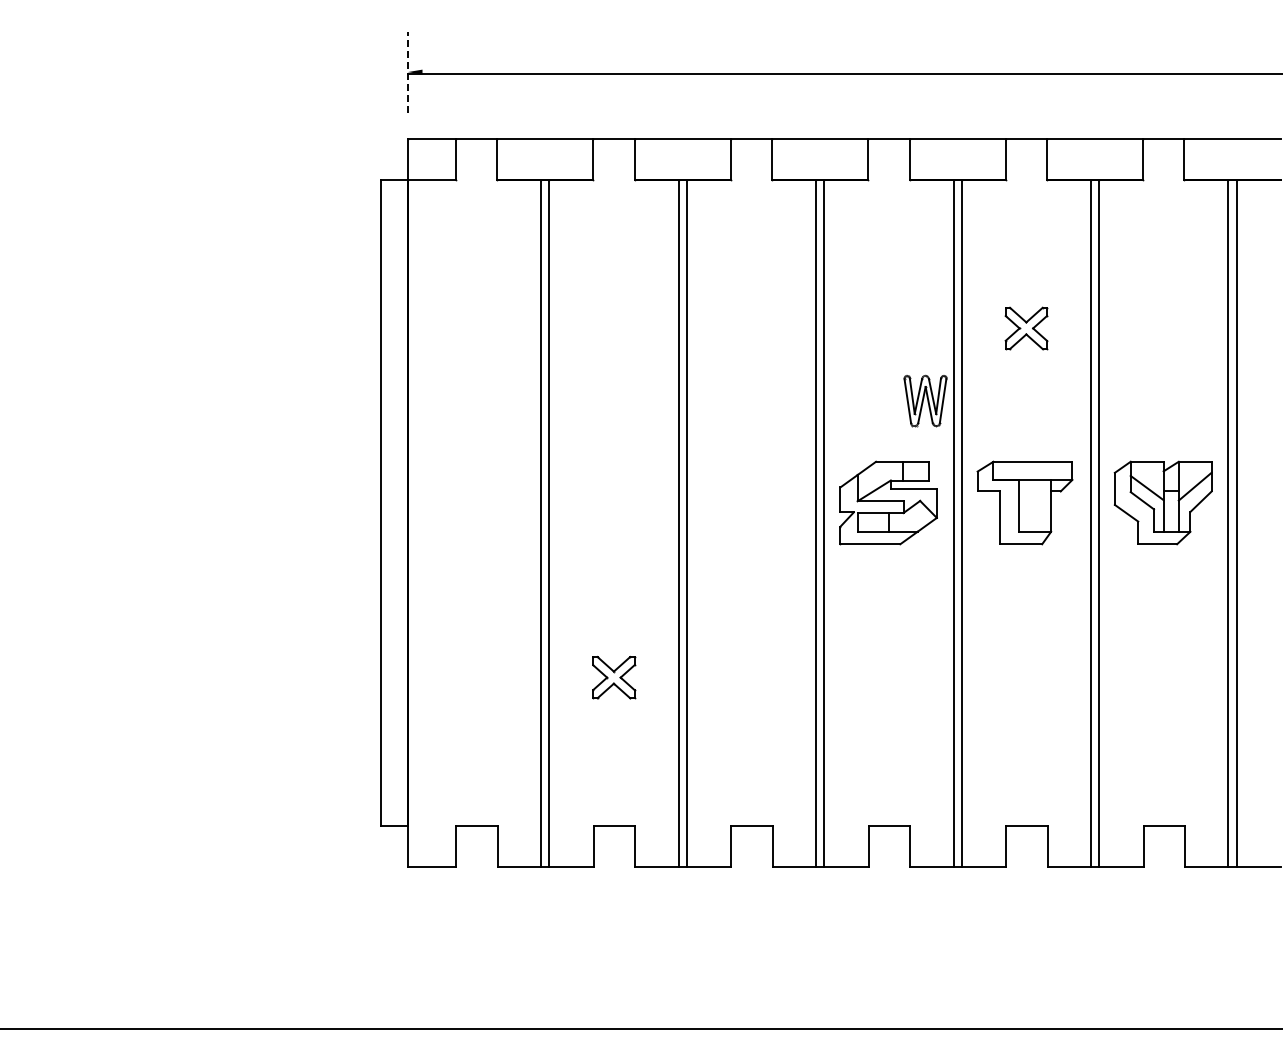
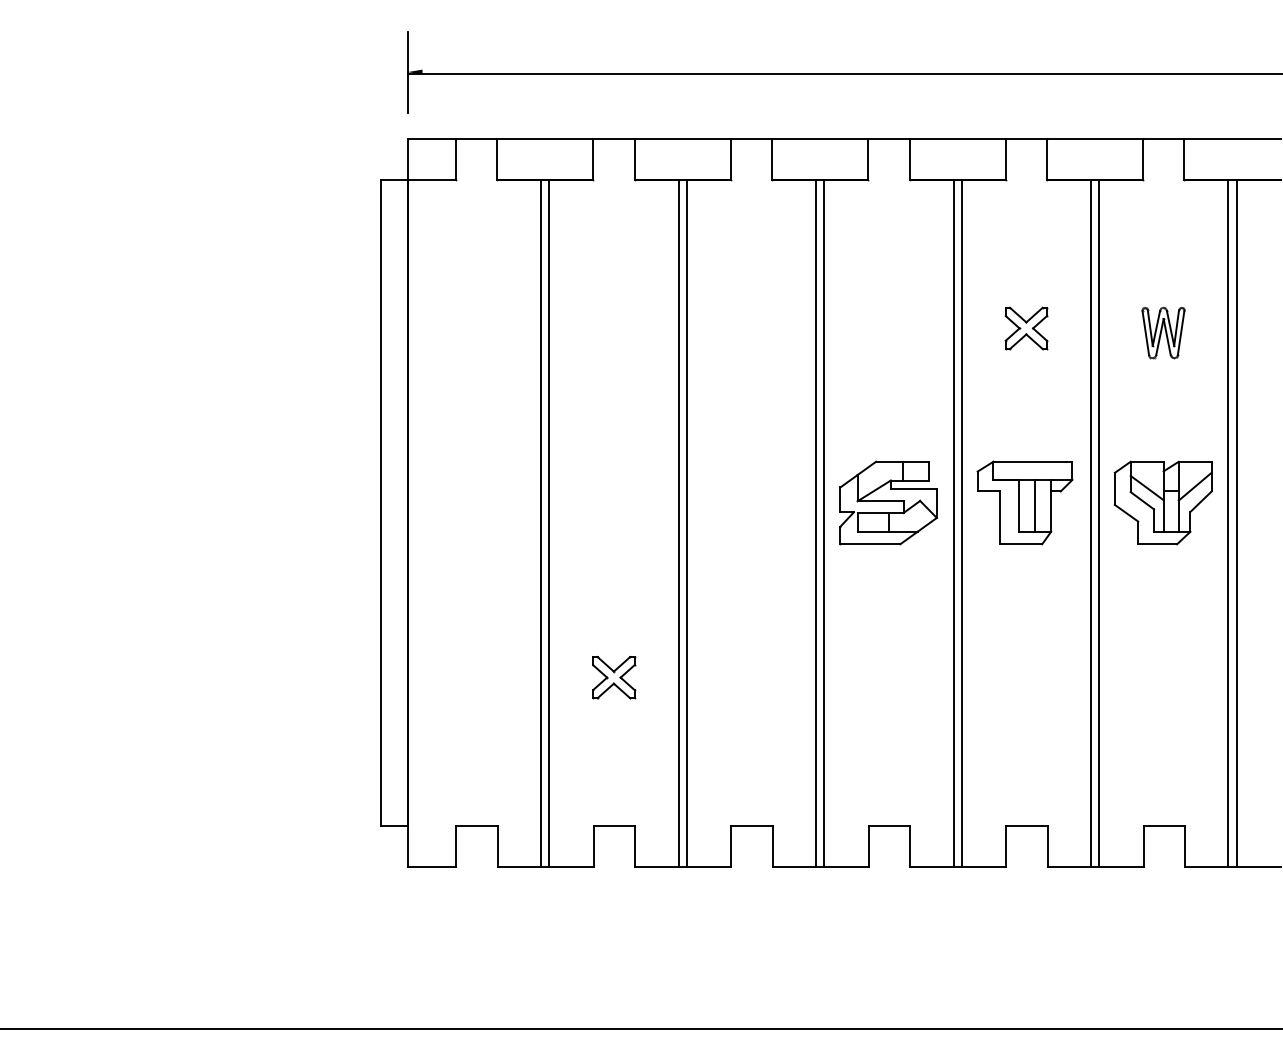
line at (407, 71): dashed -> solid
part at (925, 400) position: (925, 400) -> (1163, 332)
line at (1035, 505): none -> present
